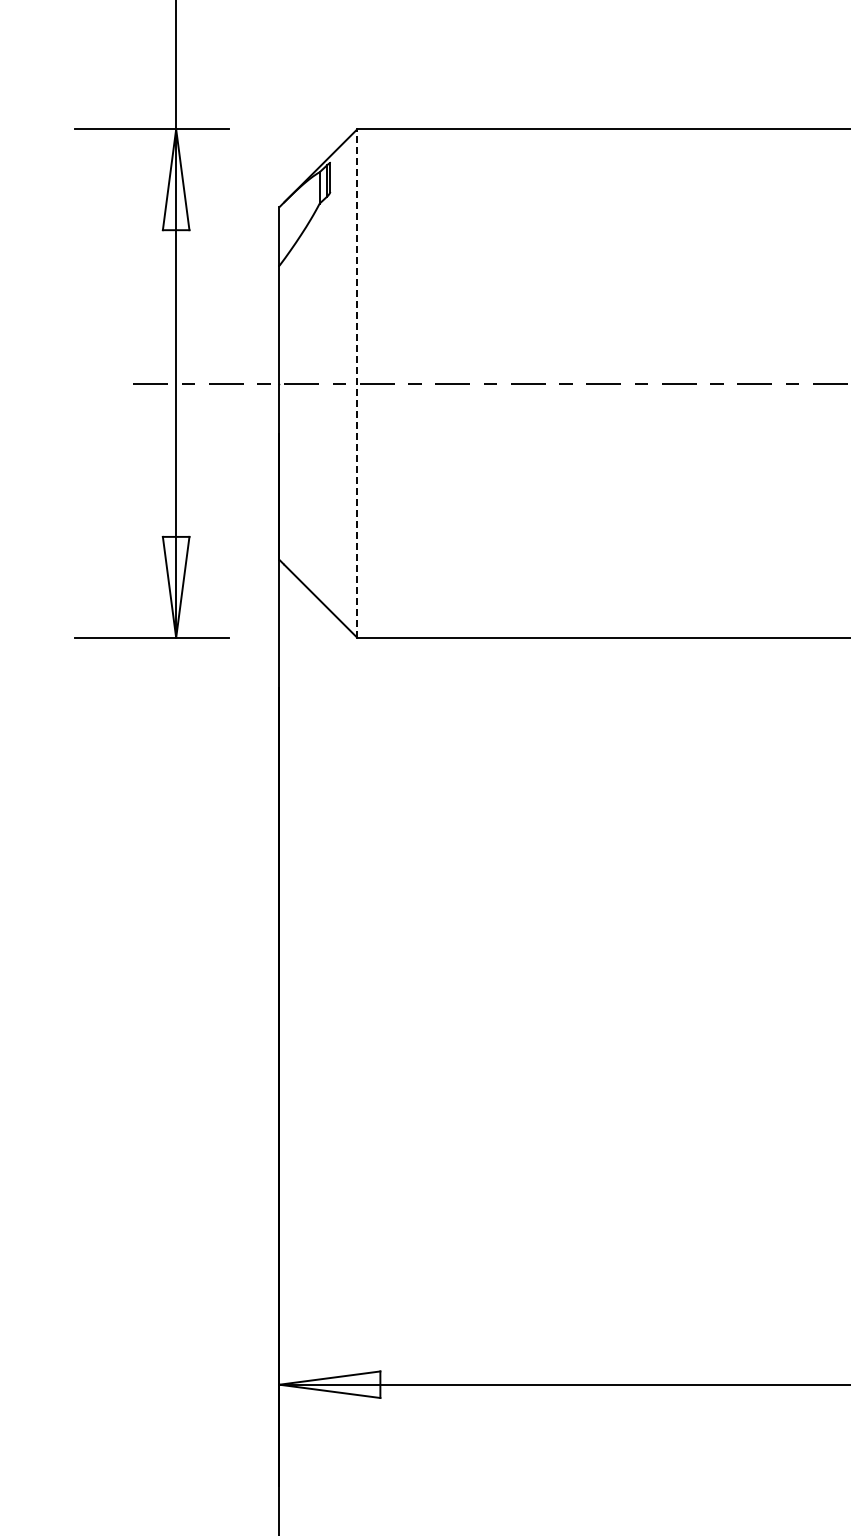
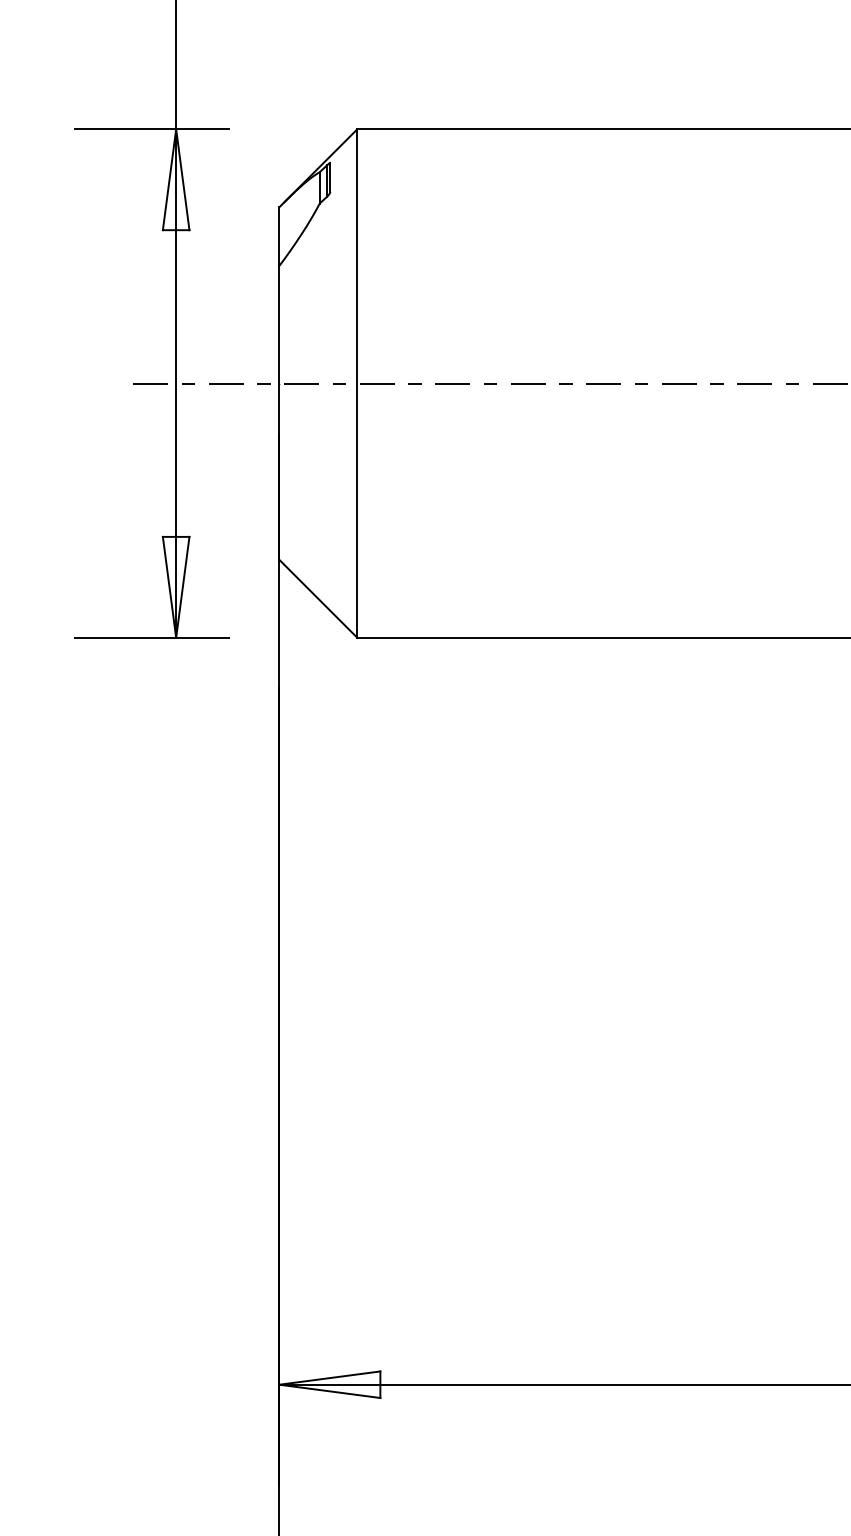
line at (357, 383): dashed -> solid
